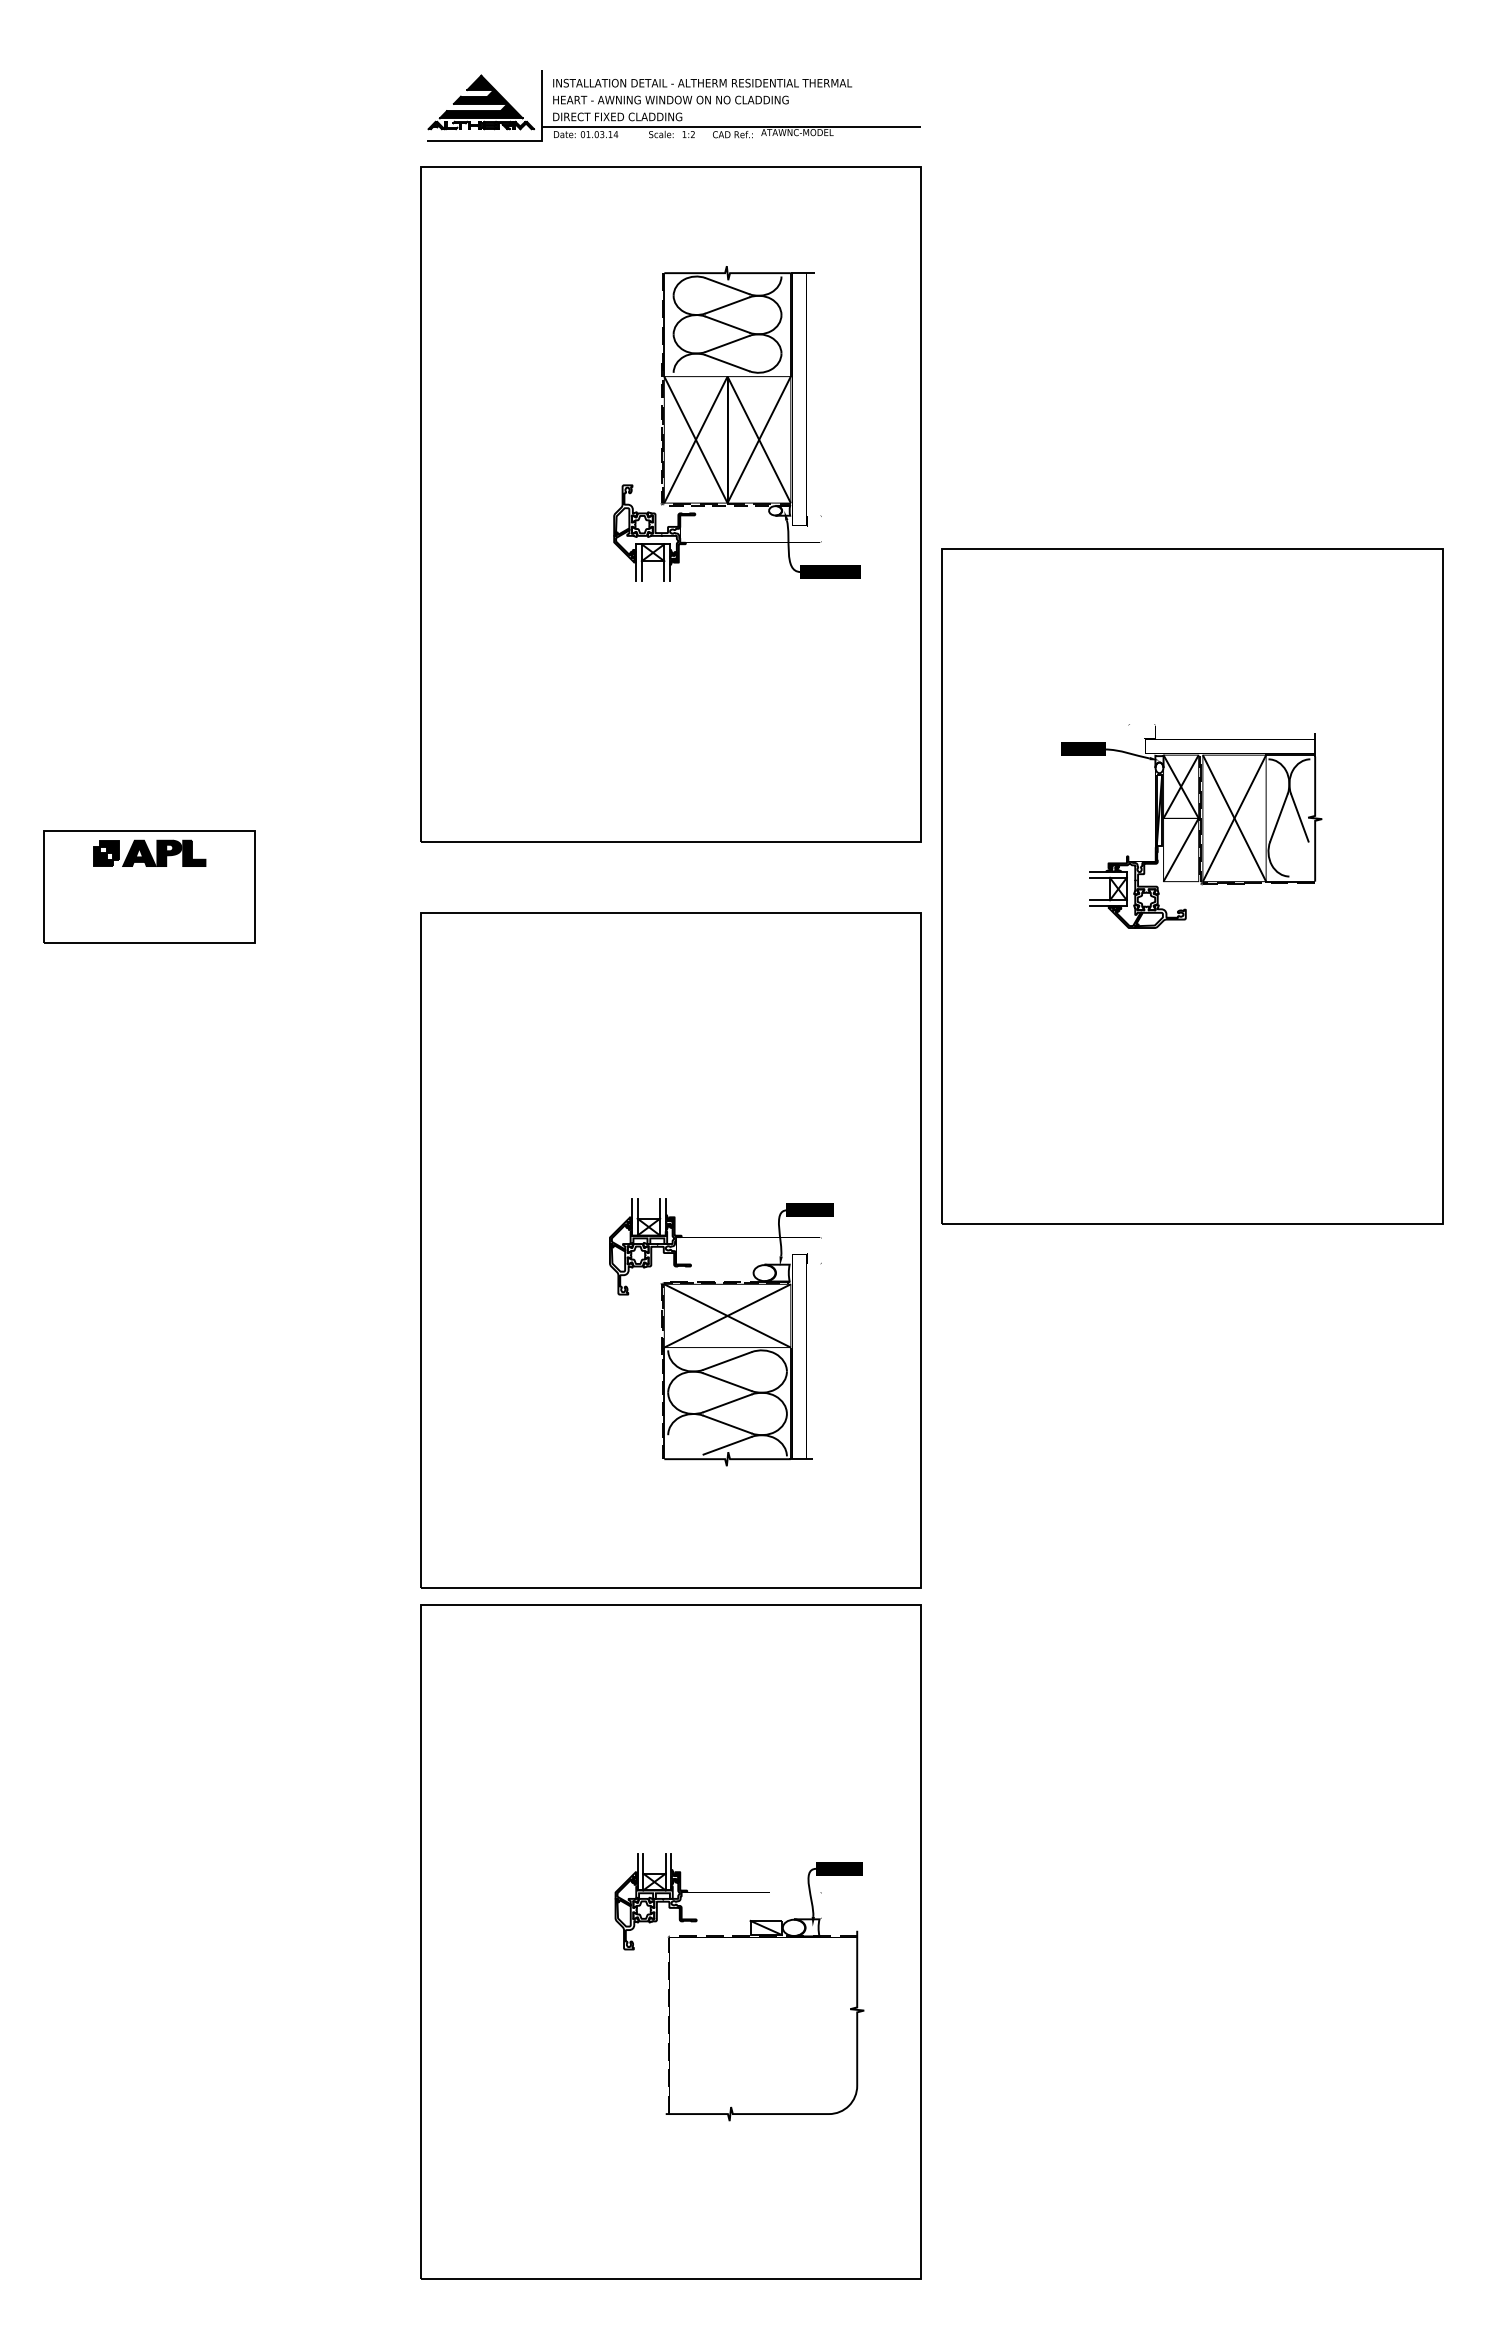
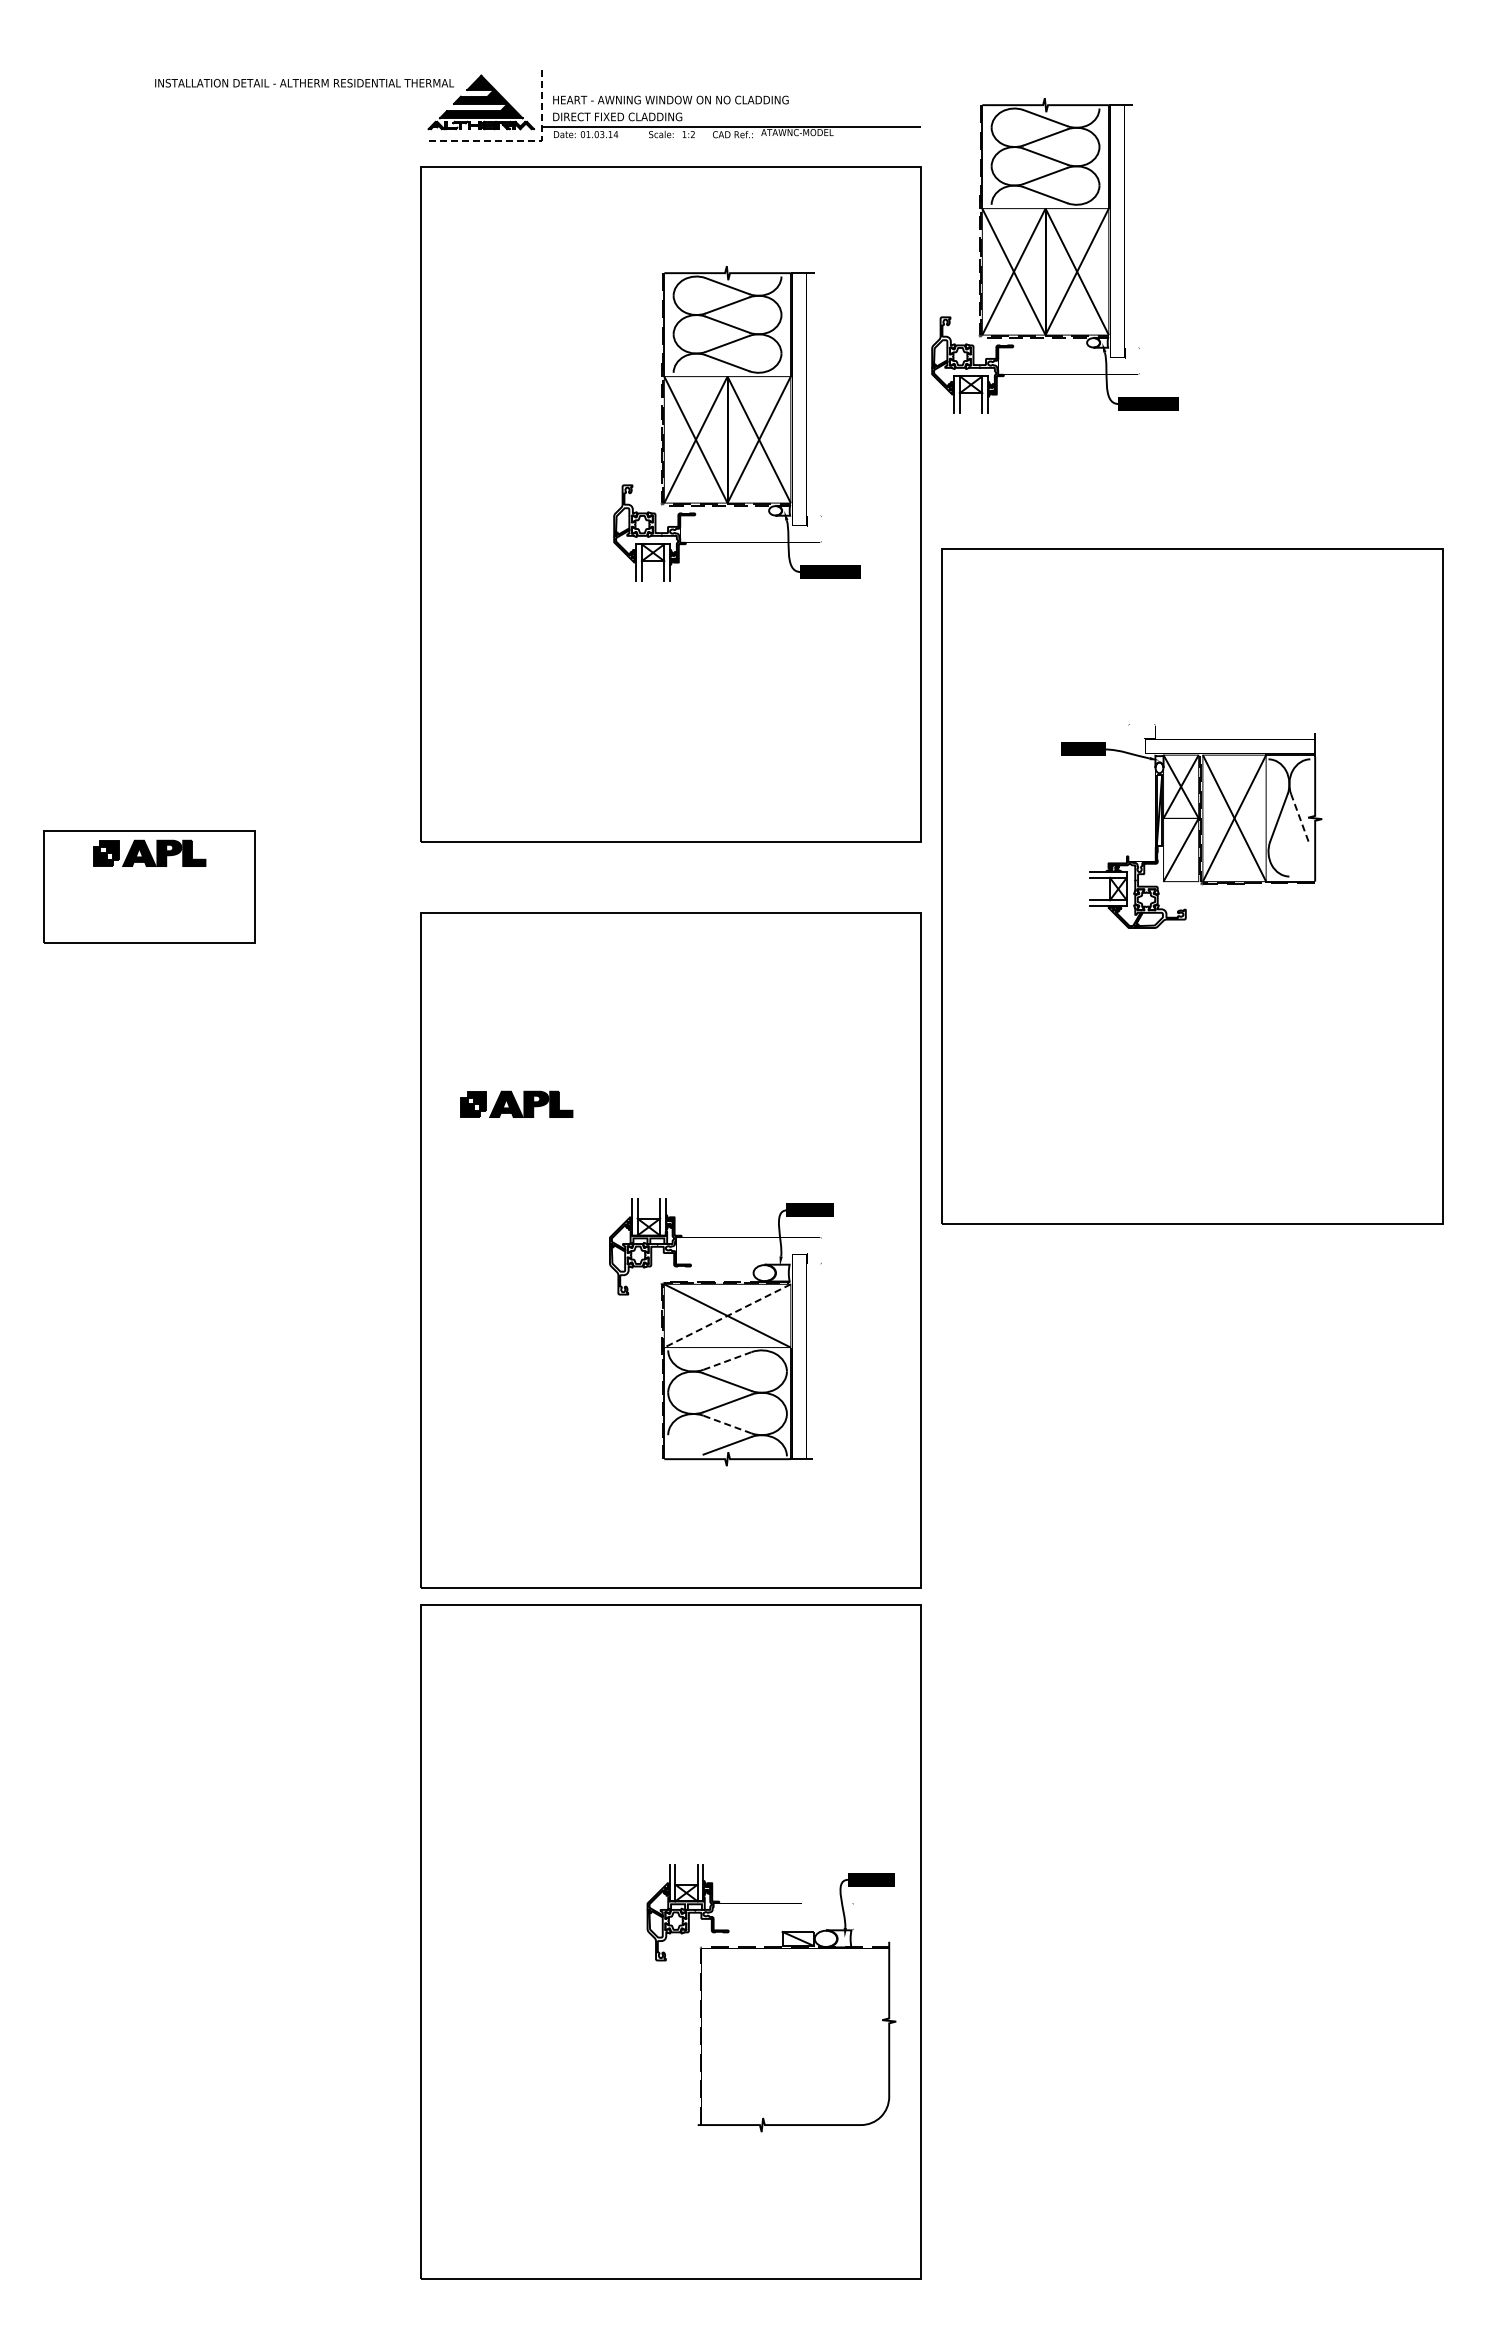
text at (702, 82) position: (702, 82) -> (304, 82)
line at (519, 140): solid -> dashed
part at (1054, 255): none -> present
line at (1299, 817): solid -> dashed
part at (516, 1103): none -> present
line at (727, 1315): solid -> dashed
line at (727, 1360): solid -> dashed
line at (727, 1424): solid -> dashed
part at (739, 1987) position: (739, 1987) -> (771, 1998)
